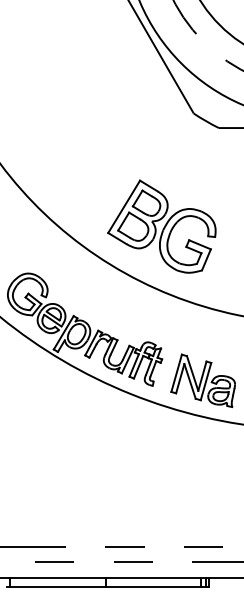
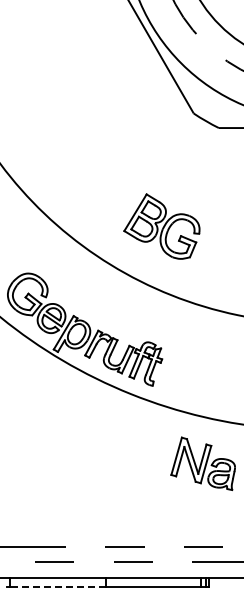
part at (161, 226) size: 110x95 px -> 78x67 px
part at (202, 380) position: (202, 380) -> (202, 463)
line at (57, 586): solid -> dashed
